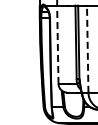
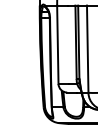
line at (57, 44): dashed -> solid
line at (87, 49): dashed -> solid
